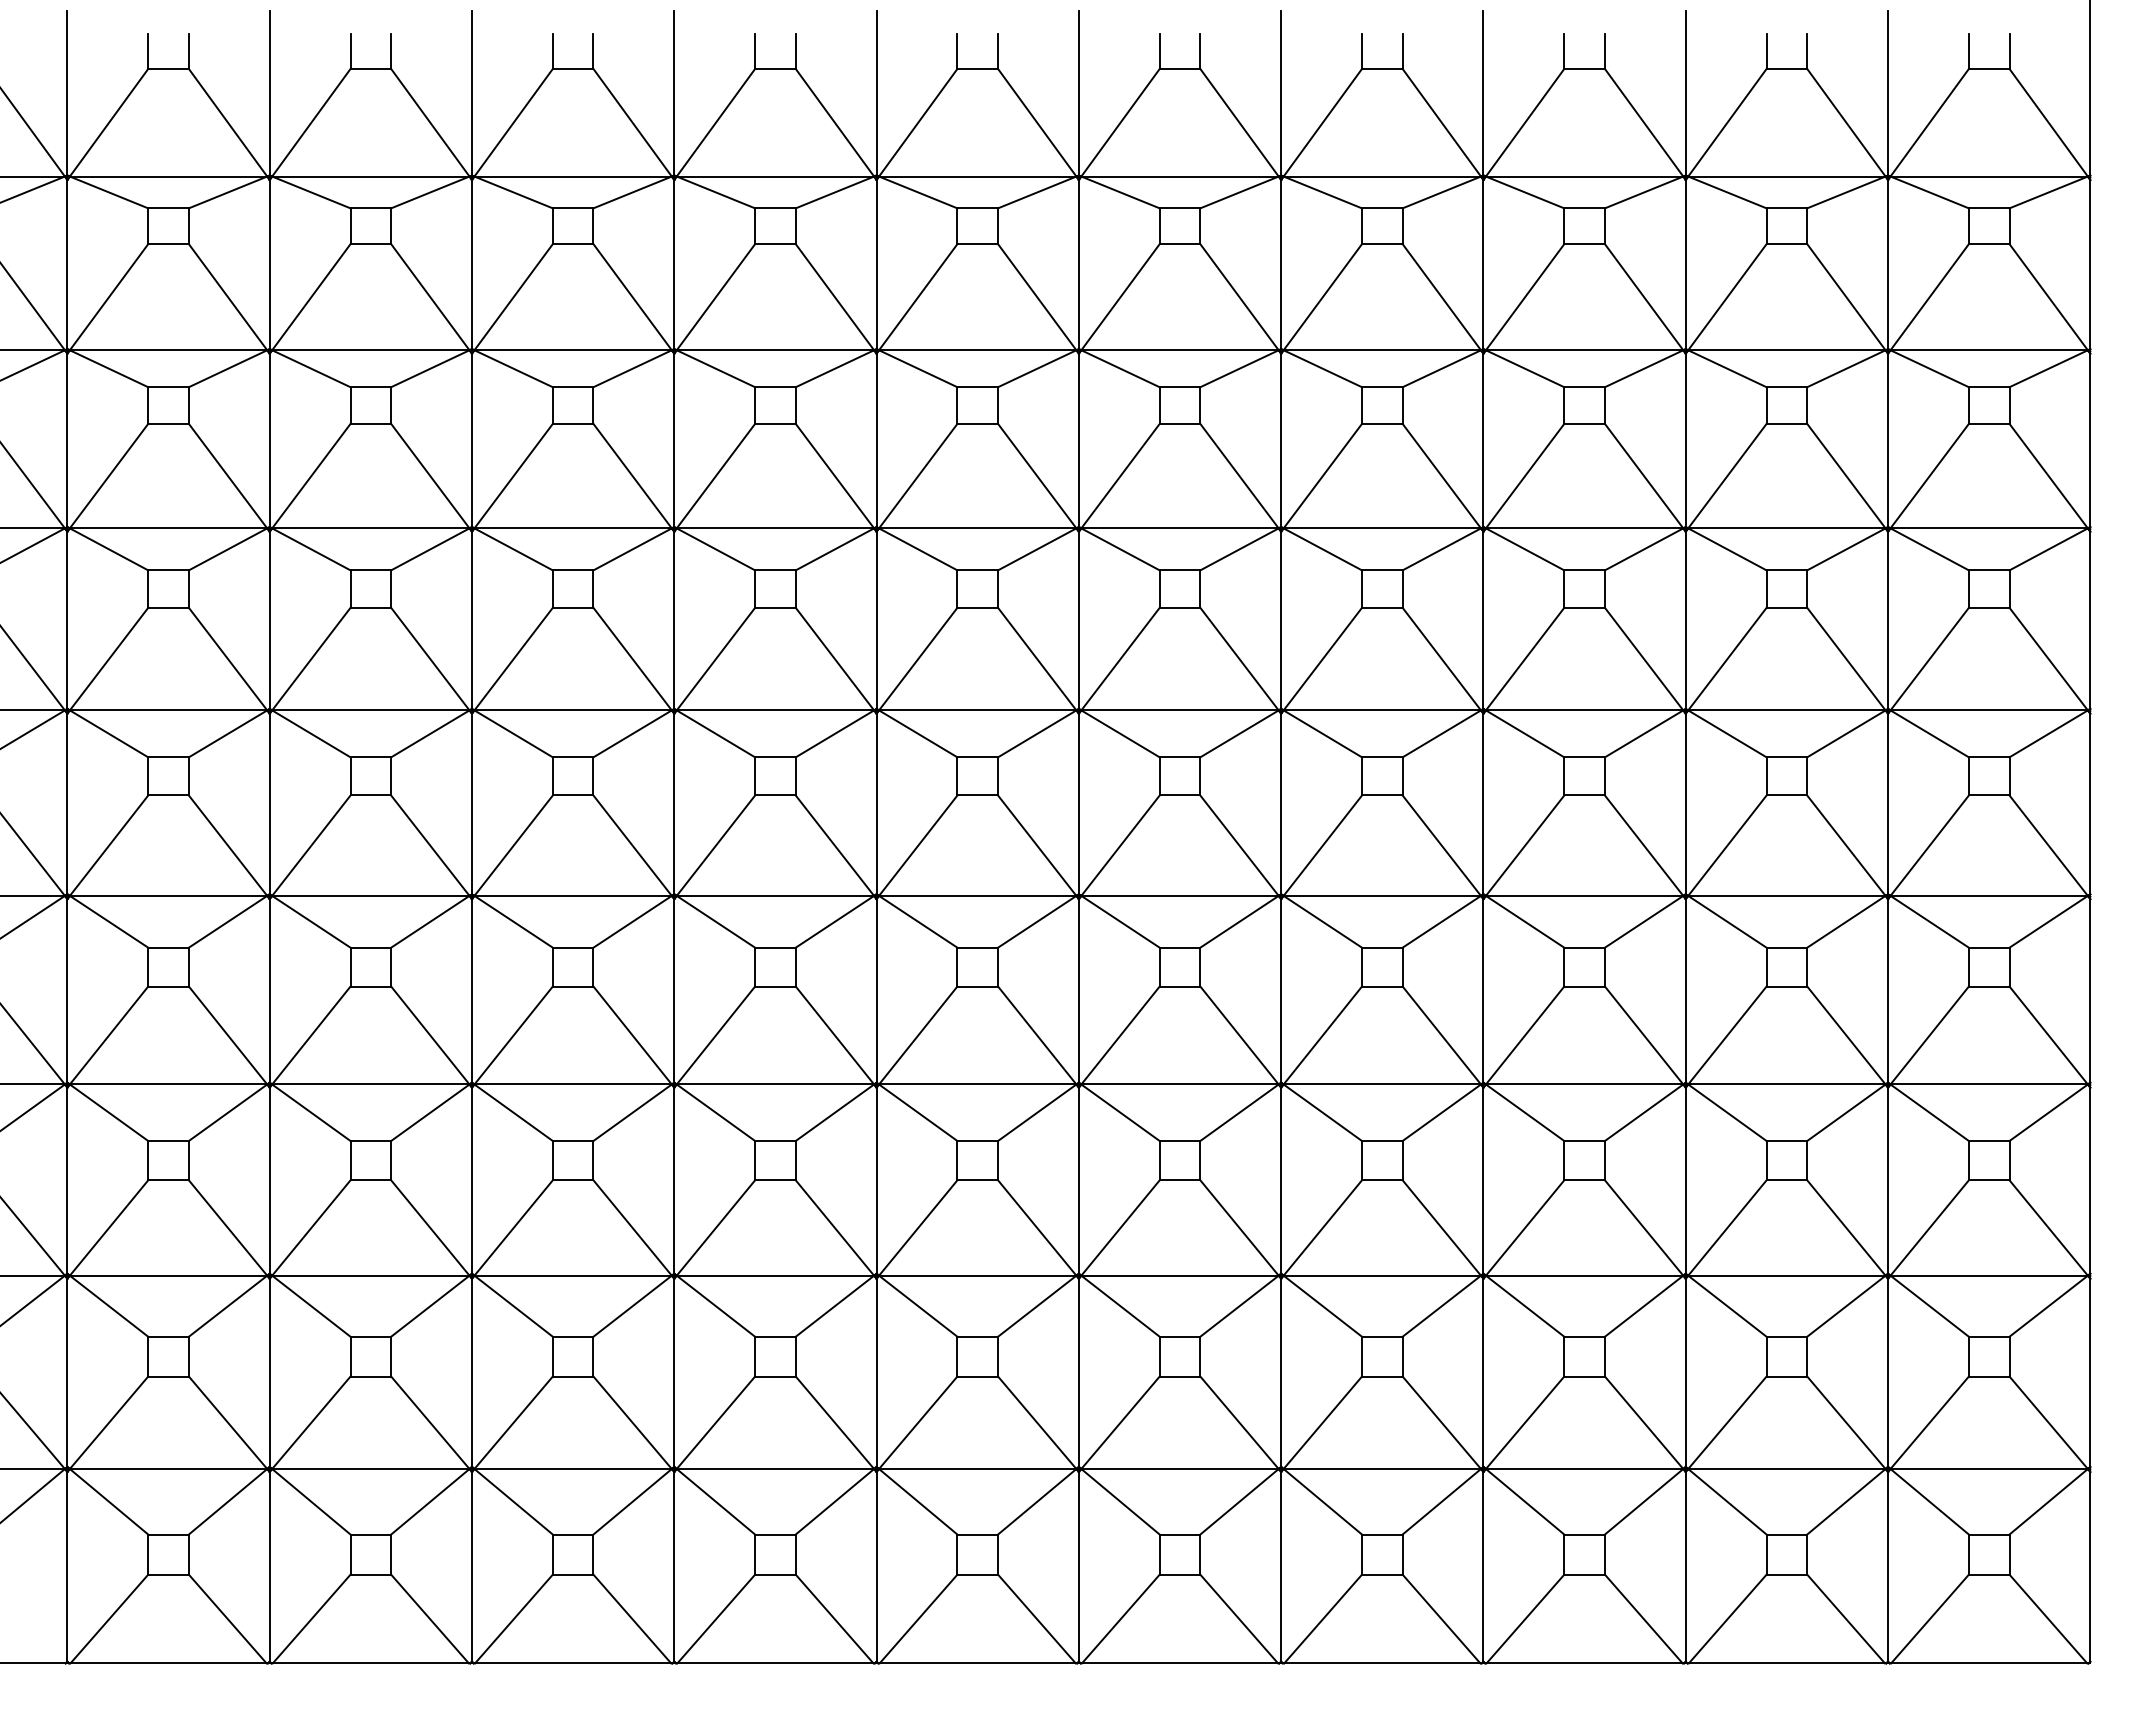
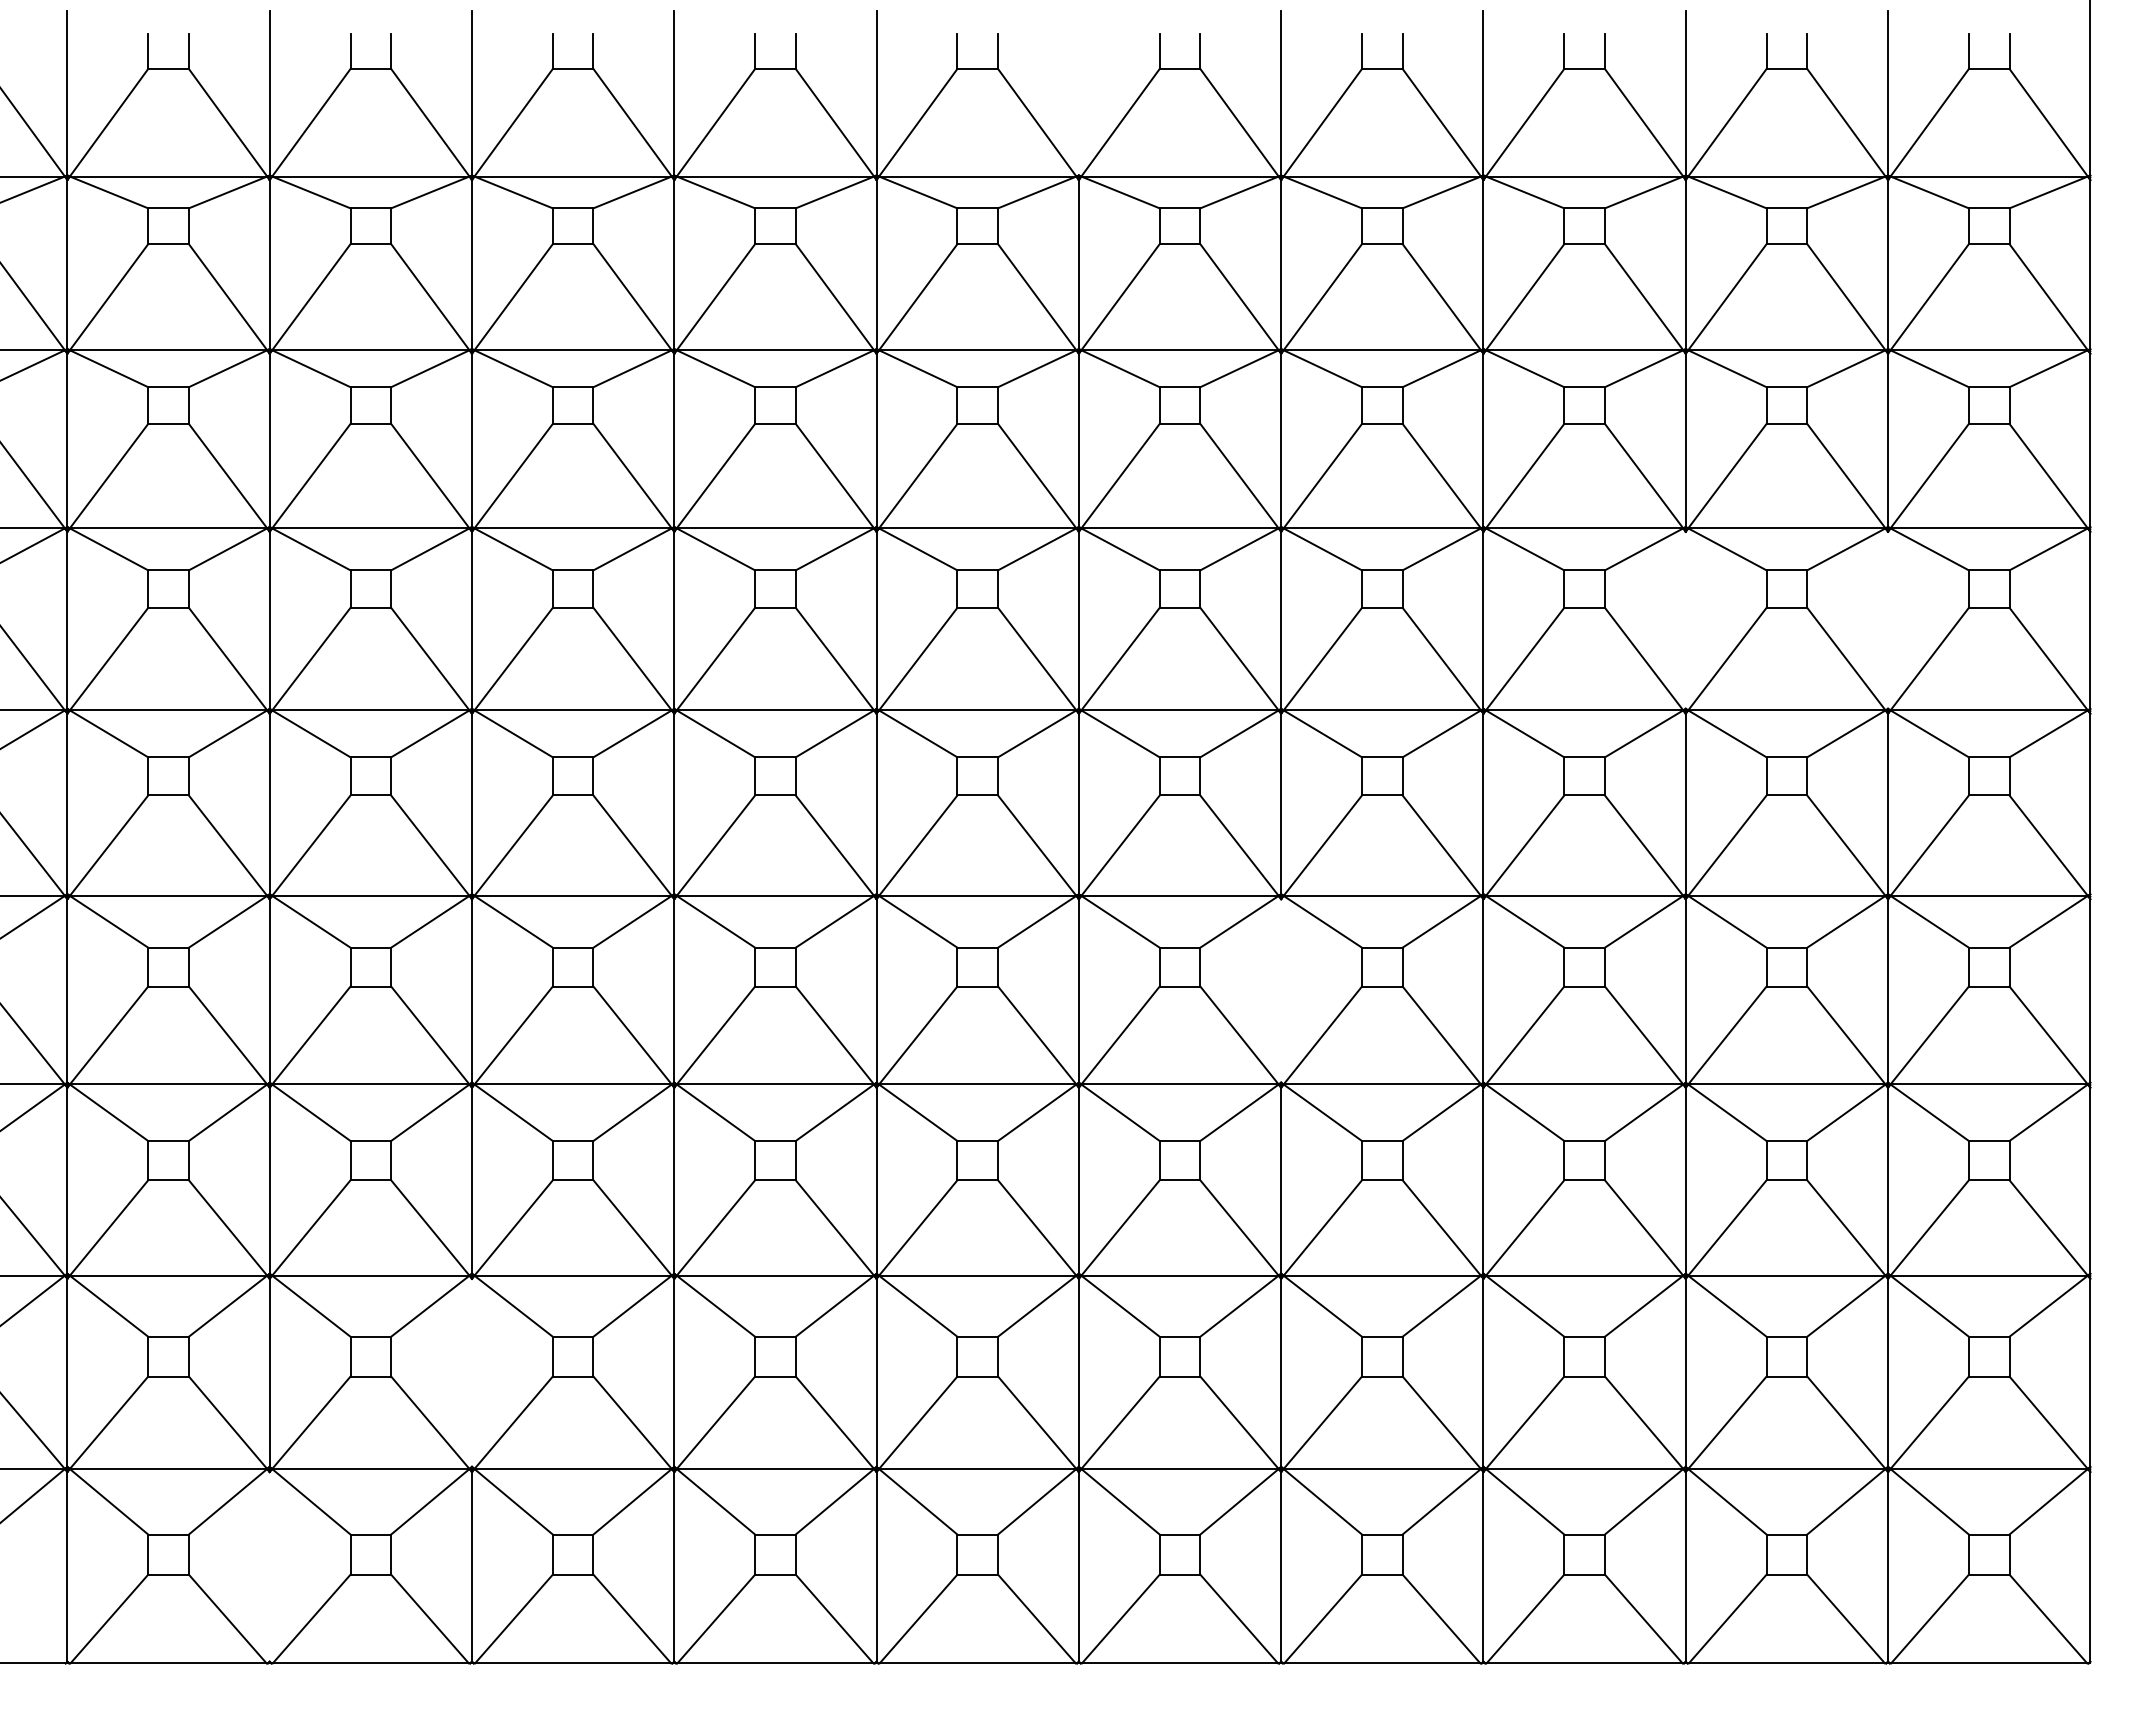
line at (1078, 93): present -> none
line at (1685, 619): present -> none
line at (1888, 619): present -> none
line at (1281, 990): present -> none
line at (472, 1372): present -> none
line at (269, 1566): present -> none
